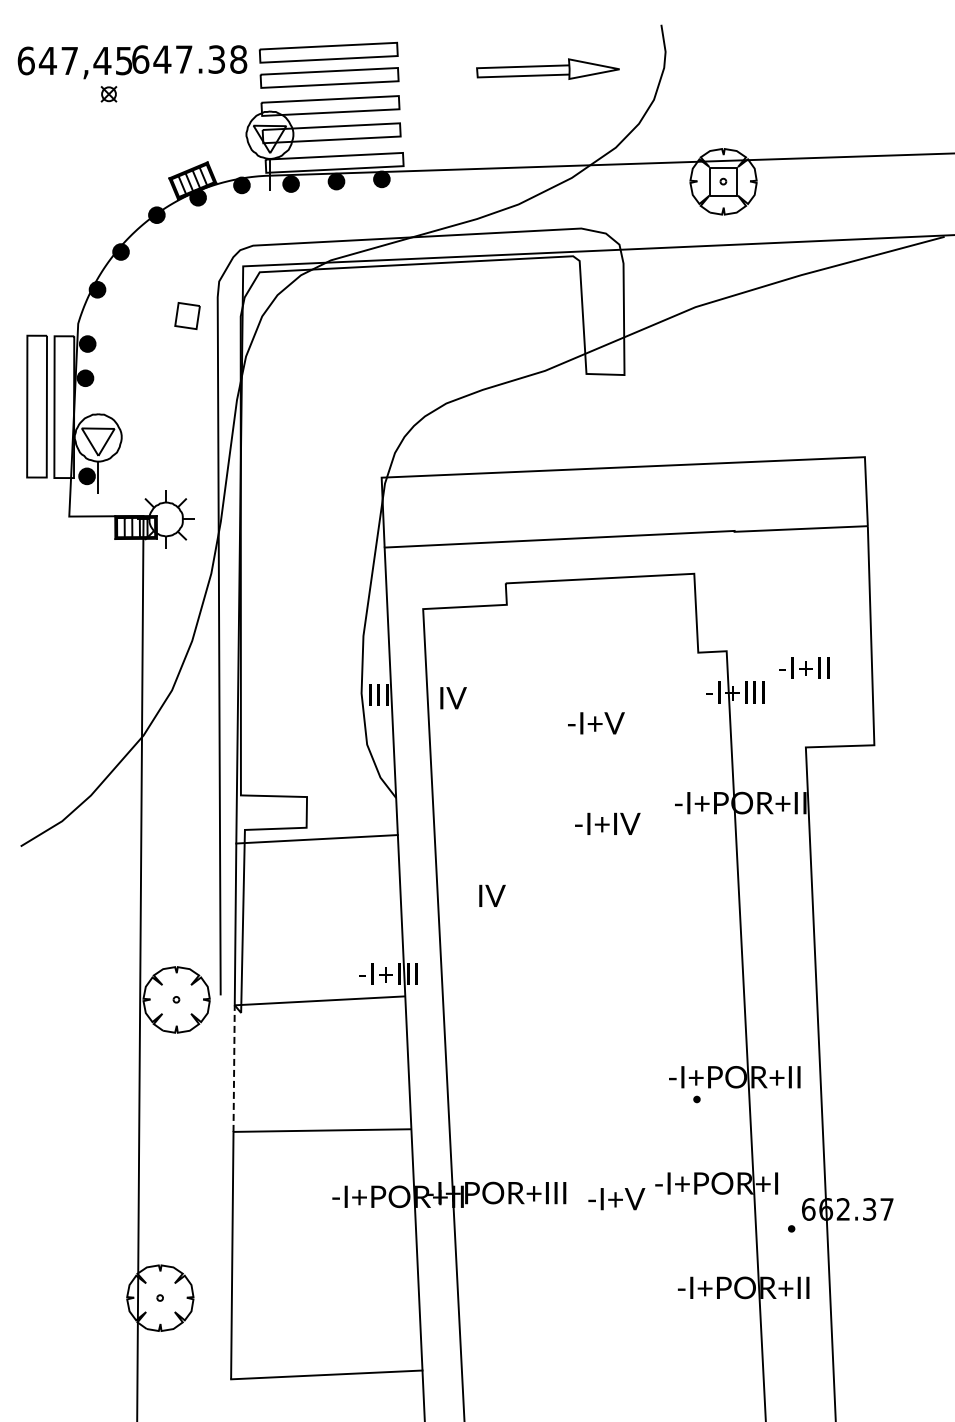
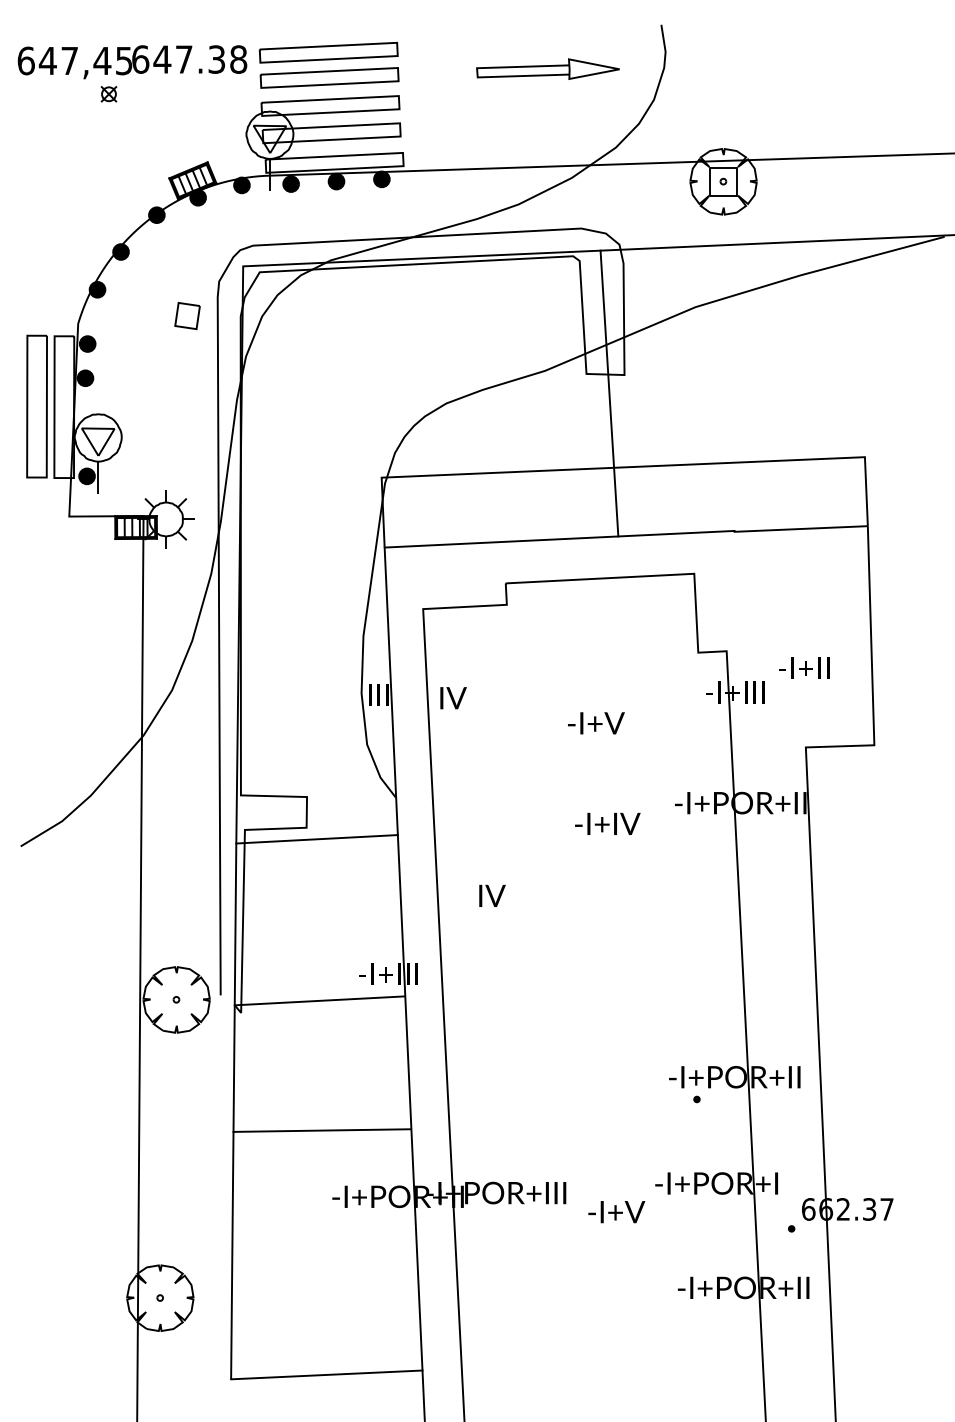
line at (609, 393): none -> present
line at (234, 1068): dashed -> solid
text at (616, 1199) position: (616, 1199) -> (616, 1212)
